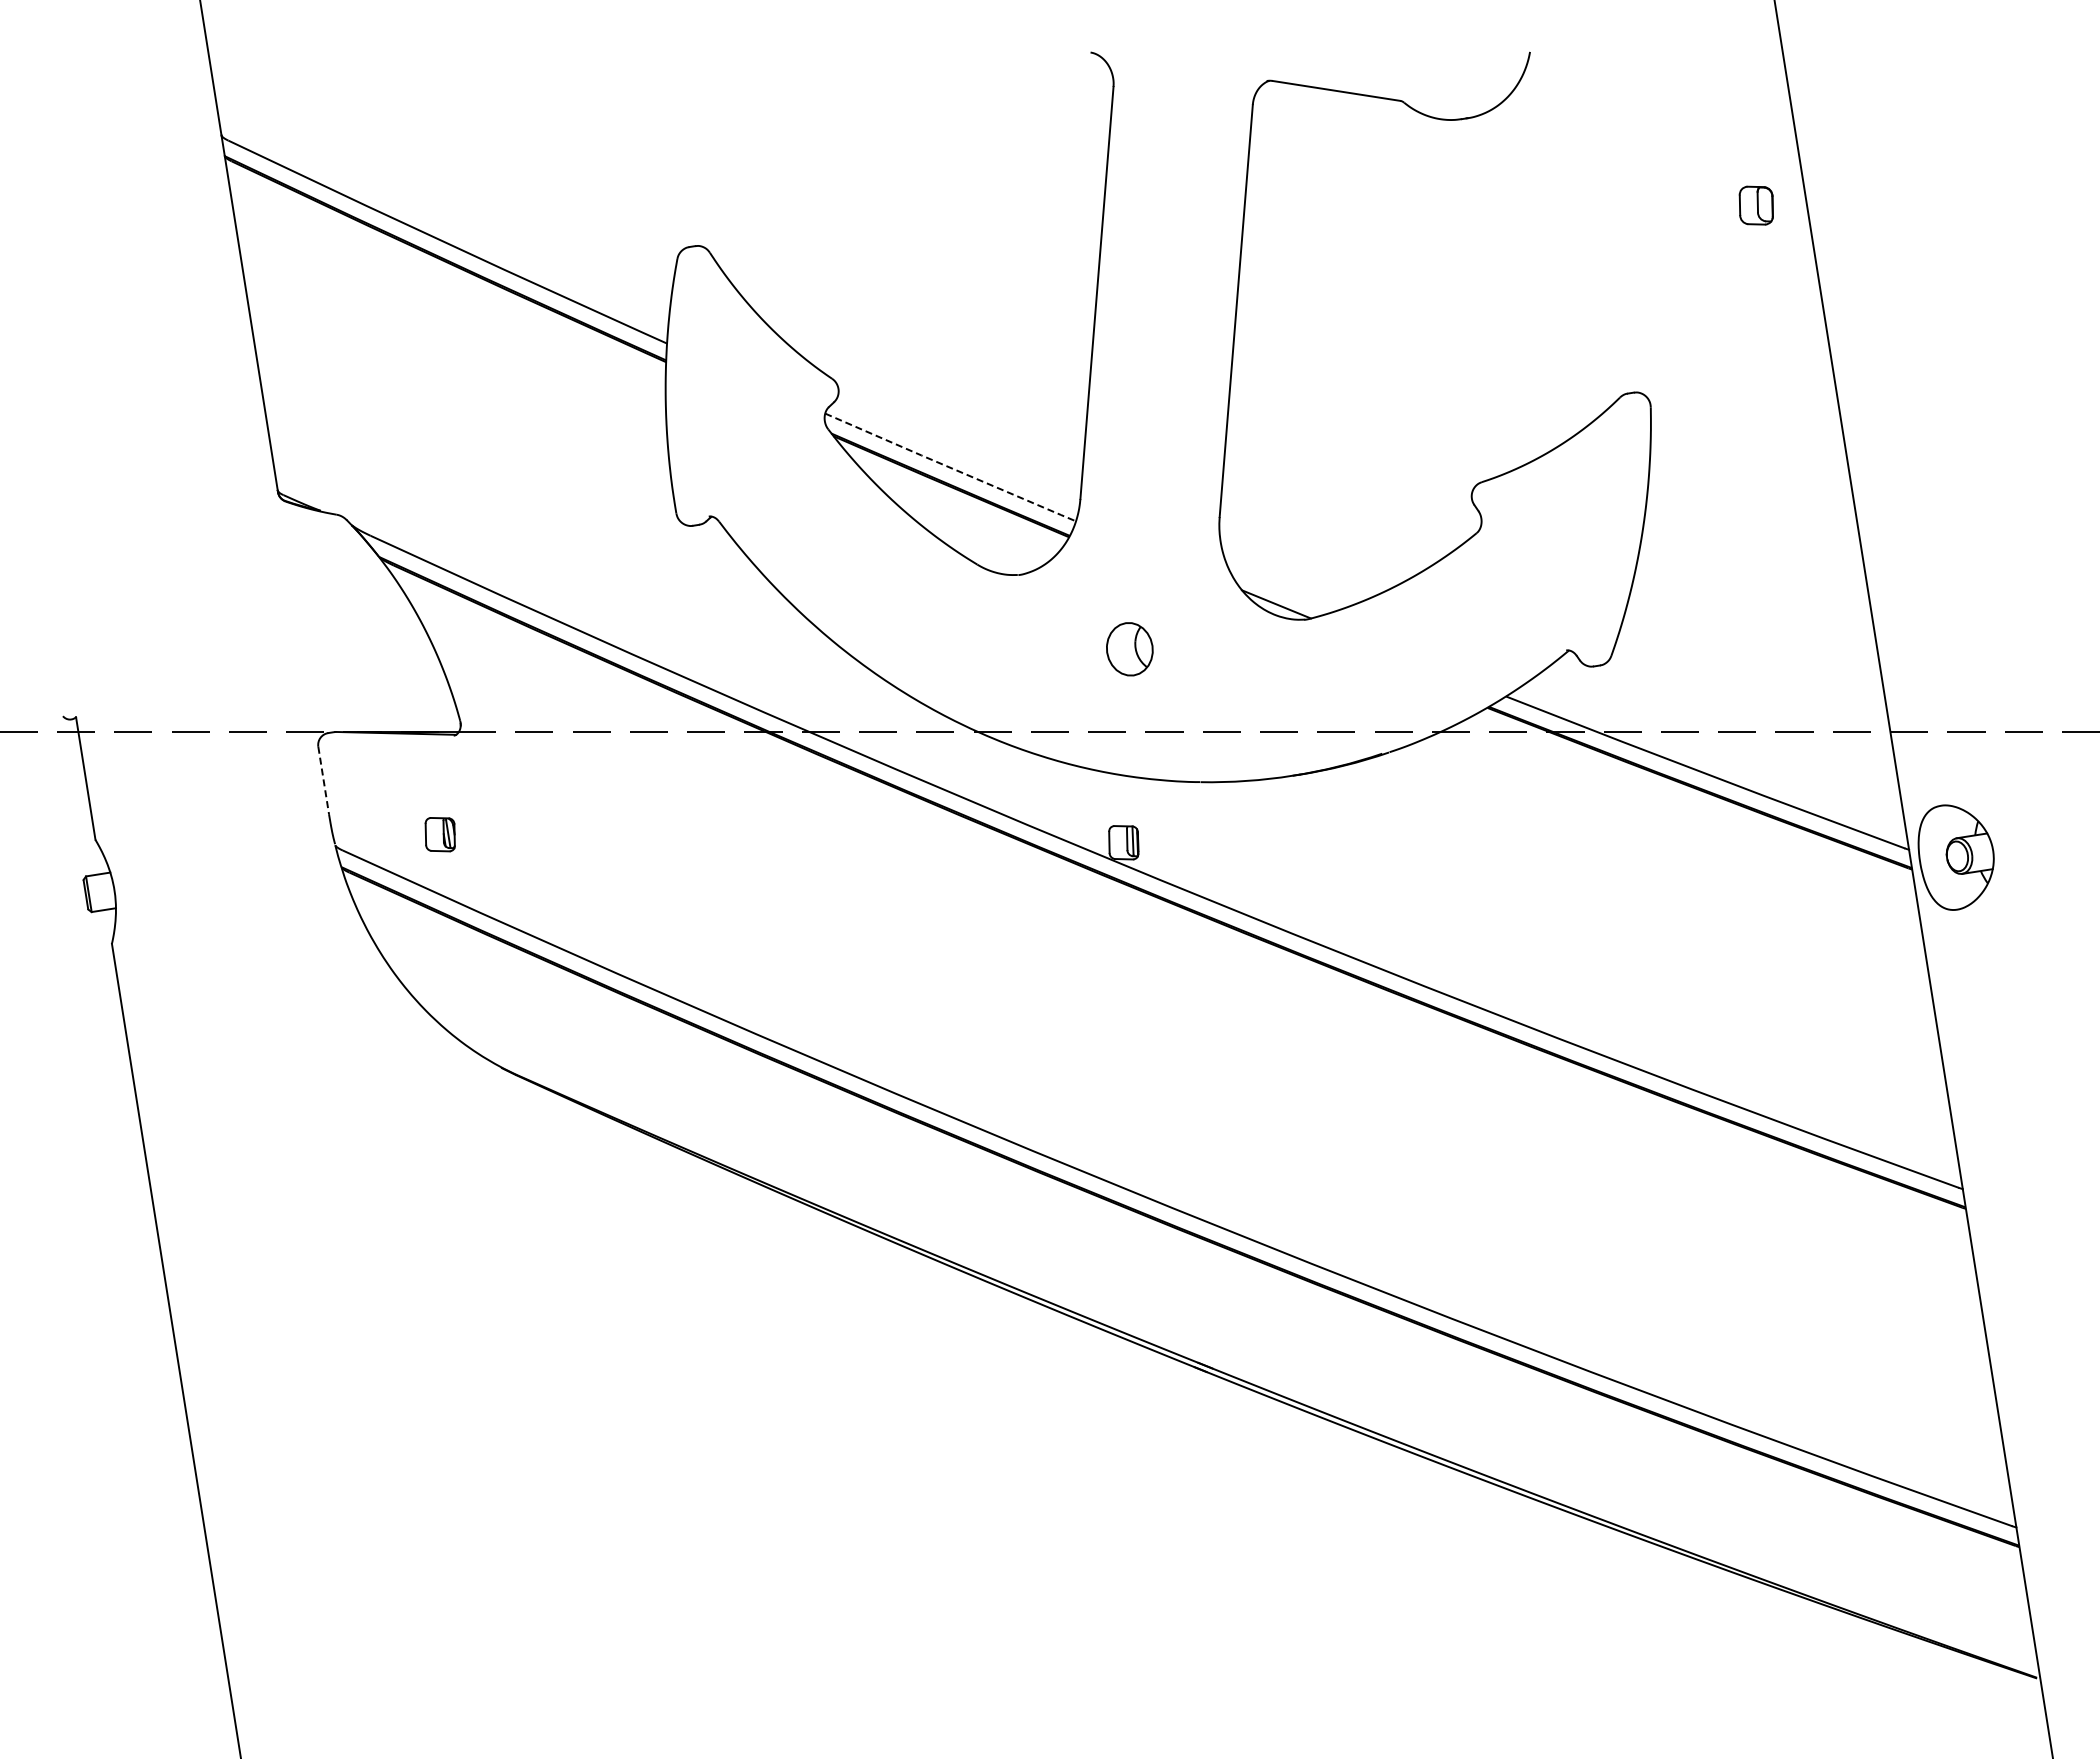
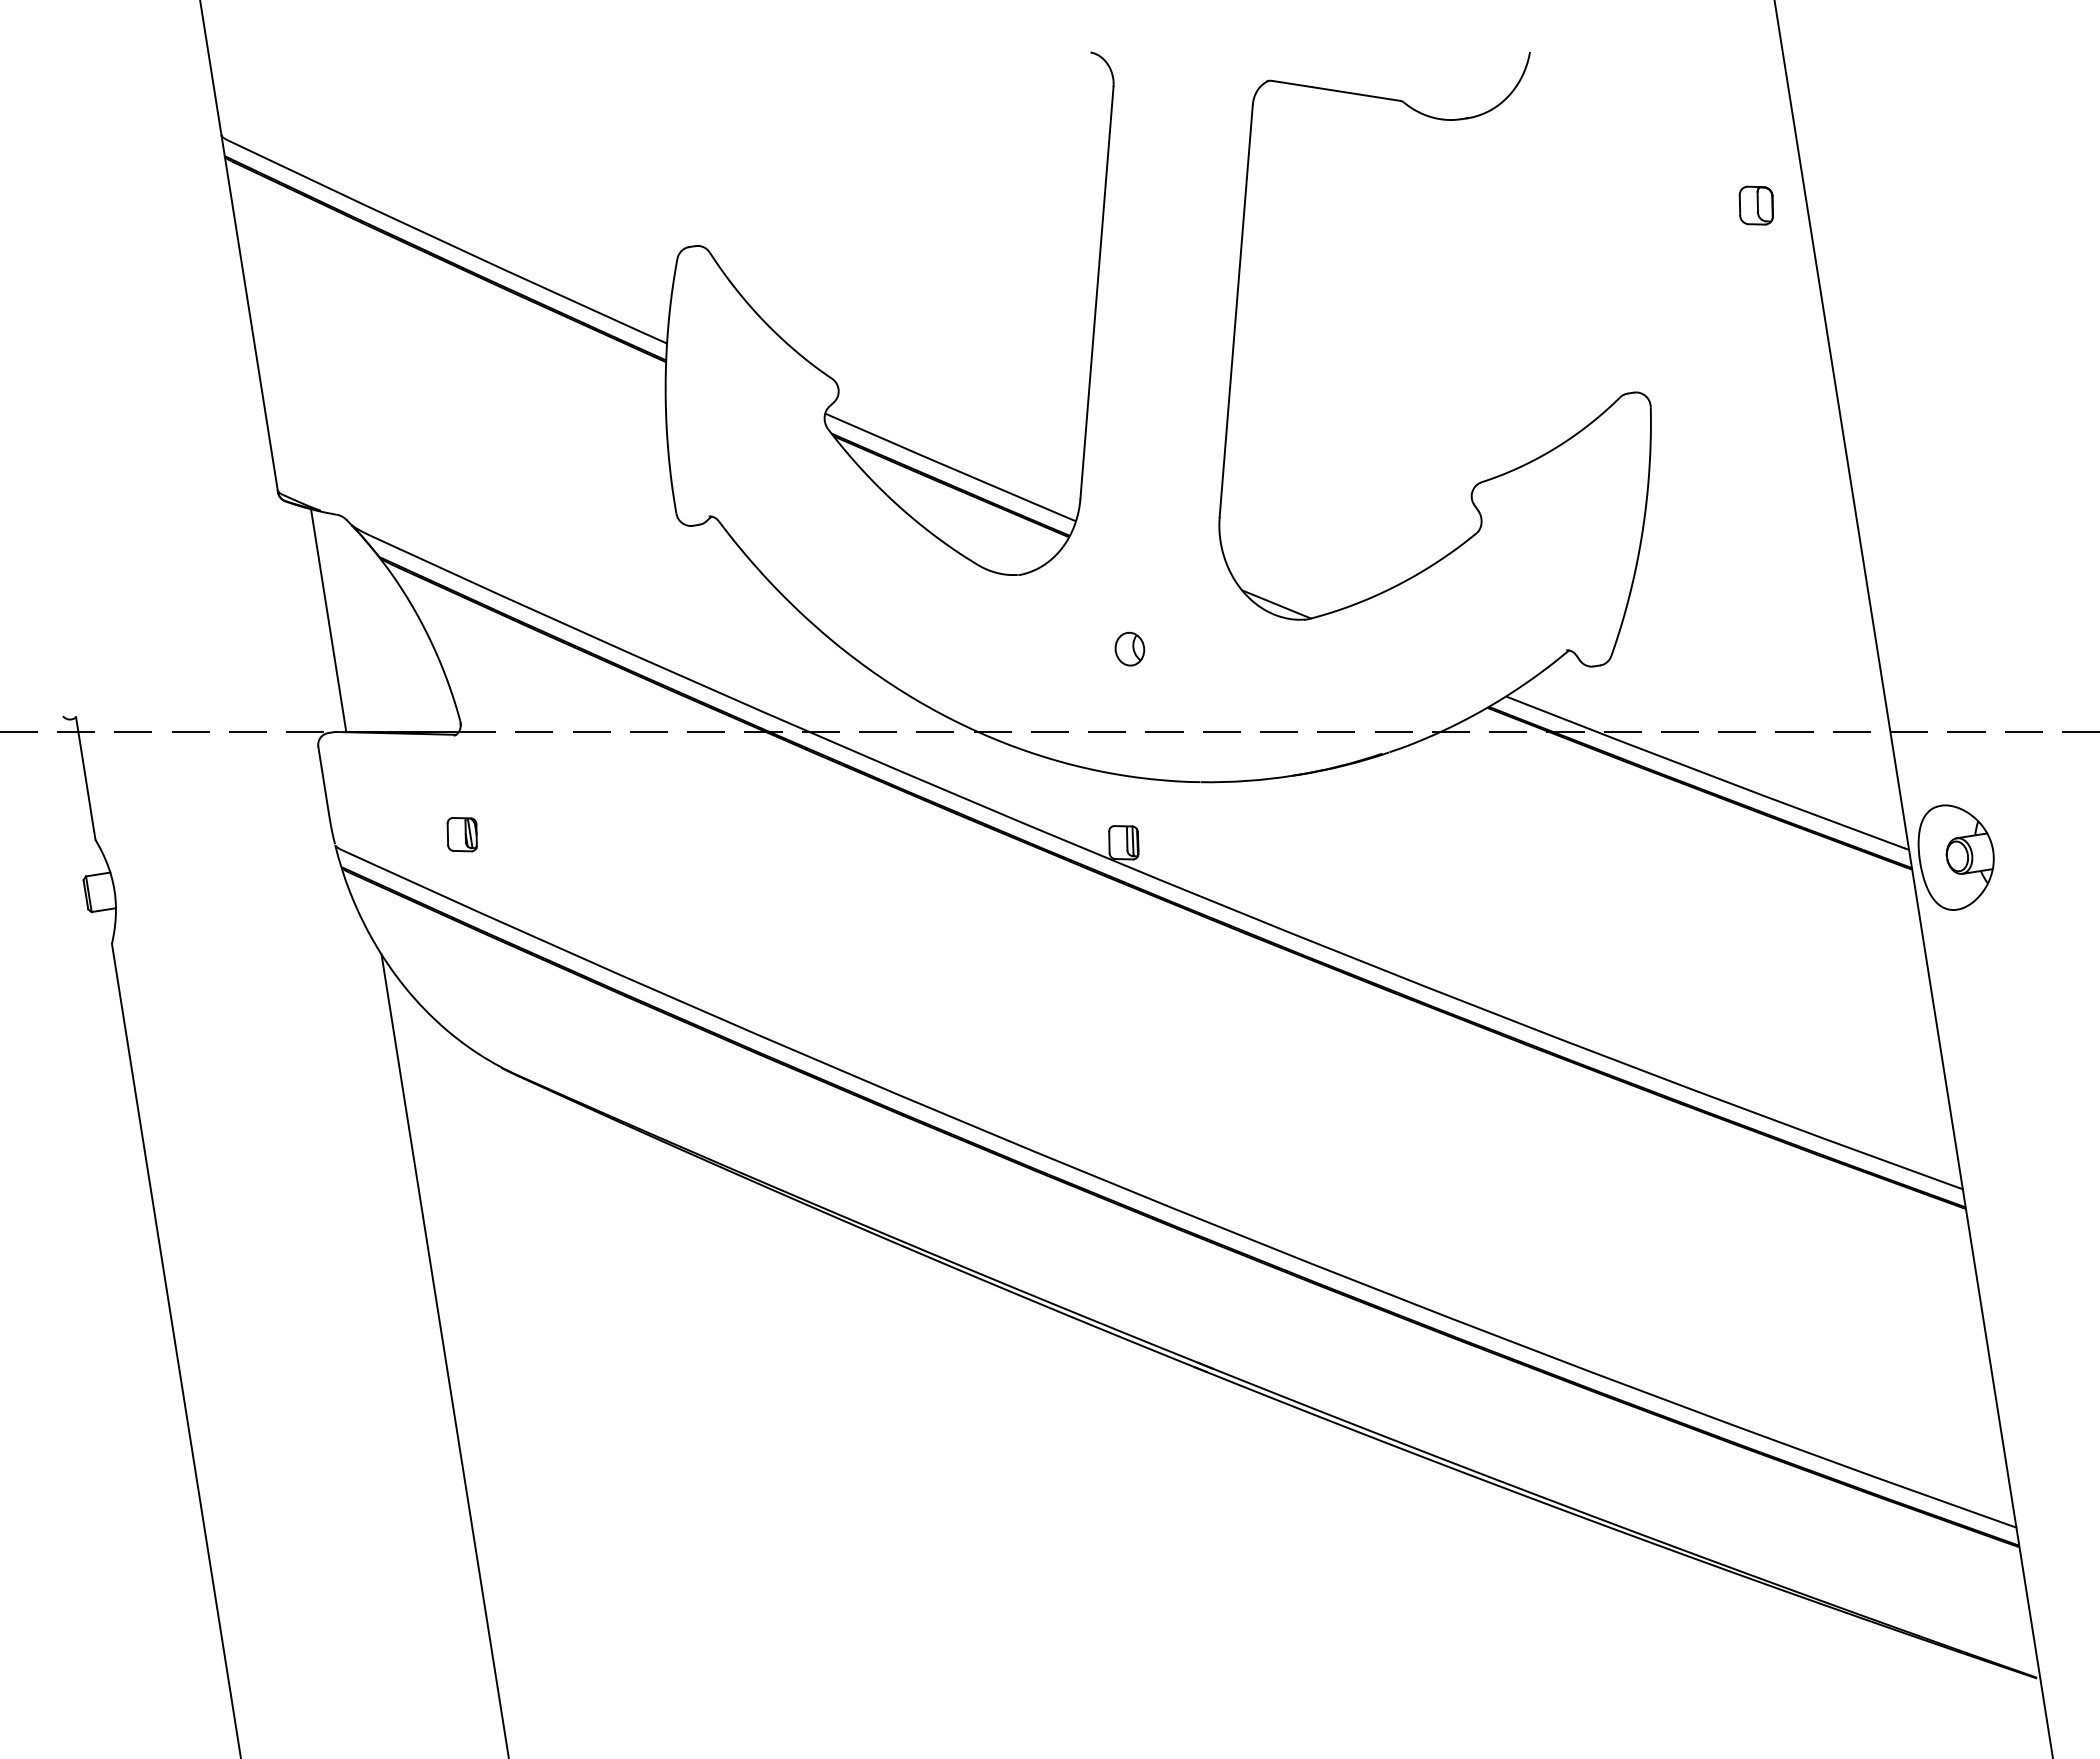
line at (950, 467): dashed -> solid
line at (328, 620): none -> present
part at (1129, 649) size: 48x55 px -> 32x36 px
line at (323, 780): dashed -> solid
part at (439, 834) position: (439, 834) -> (461, 834)
line at (444, 1354): none -> present
